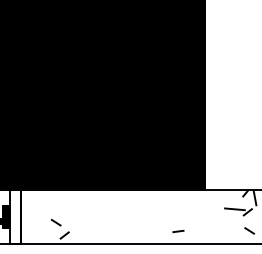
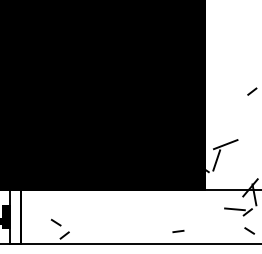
hatch at (231, 138): none -> present
